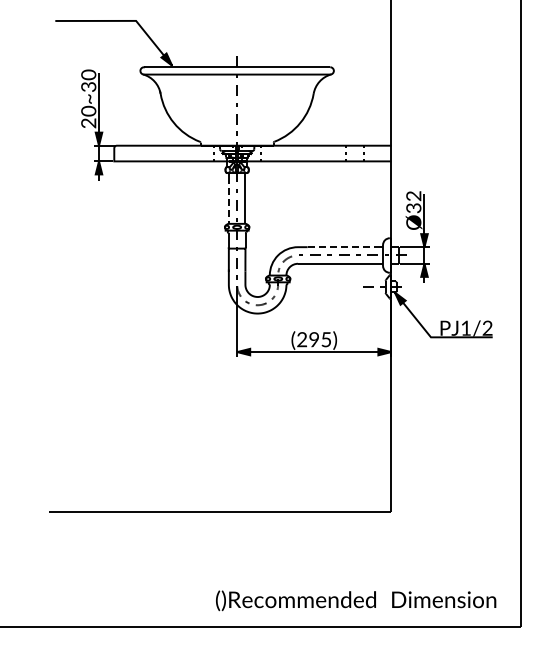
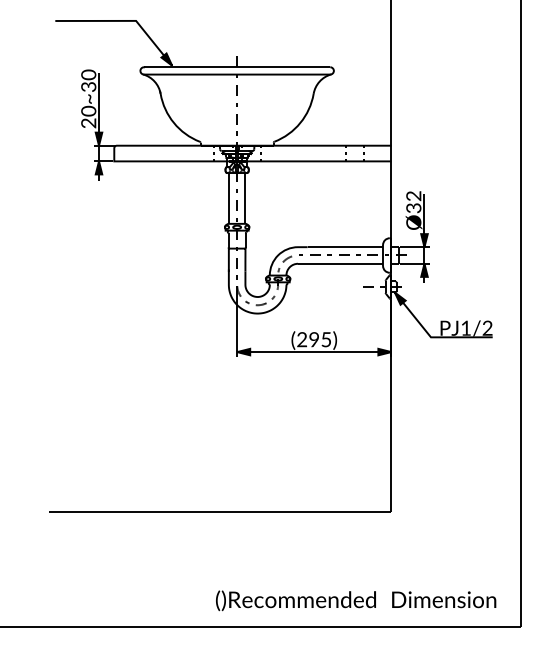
line at (228, 200): dashed -> solid
line at (342, 247): dashed -> solid
